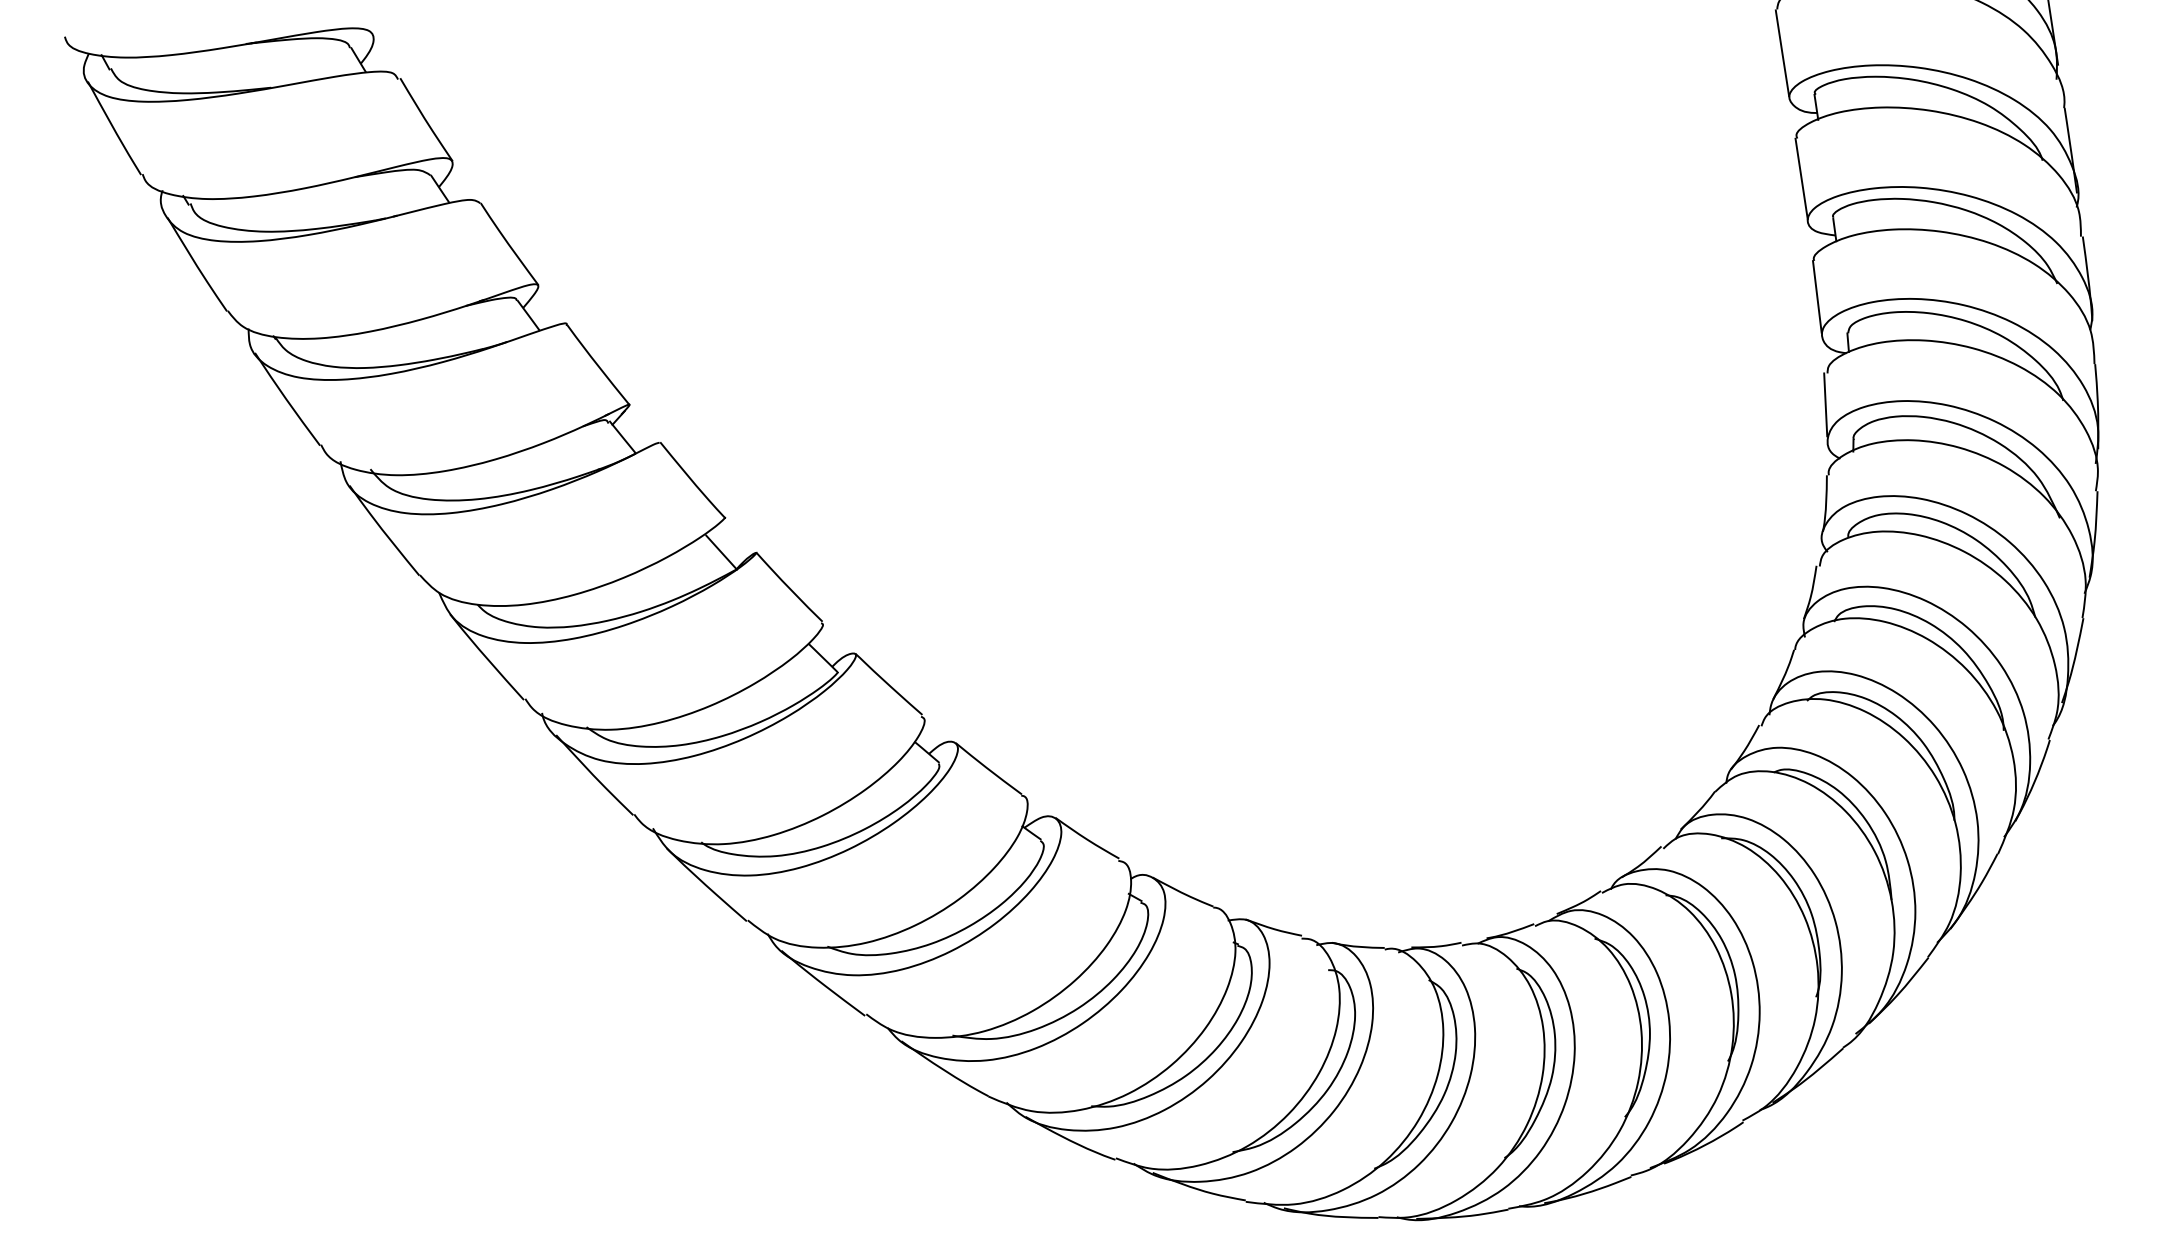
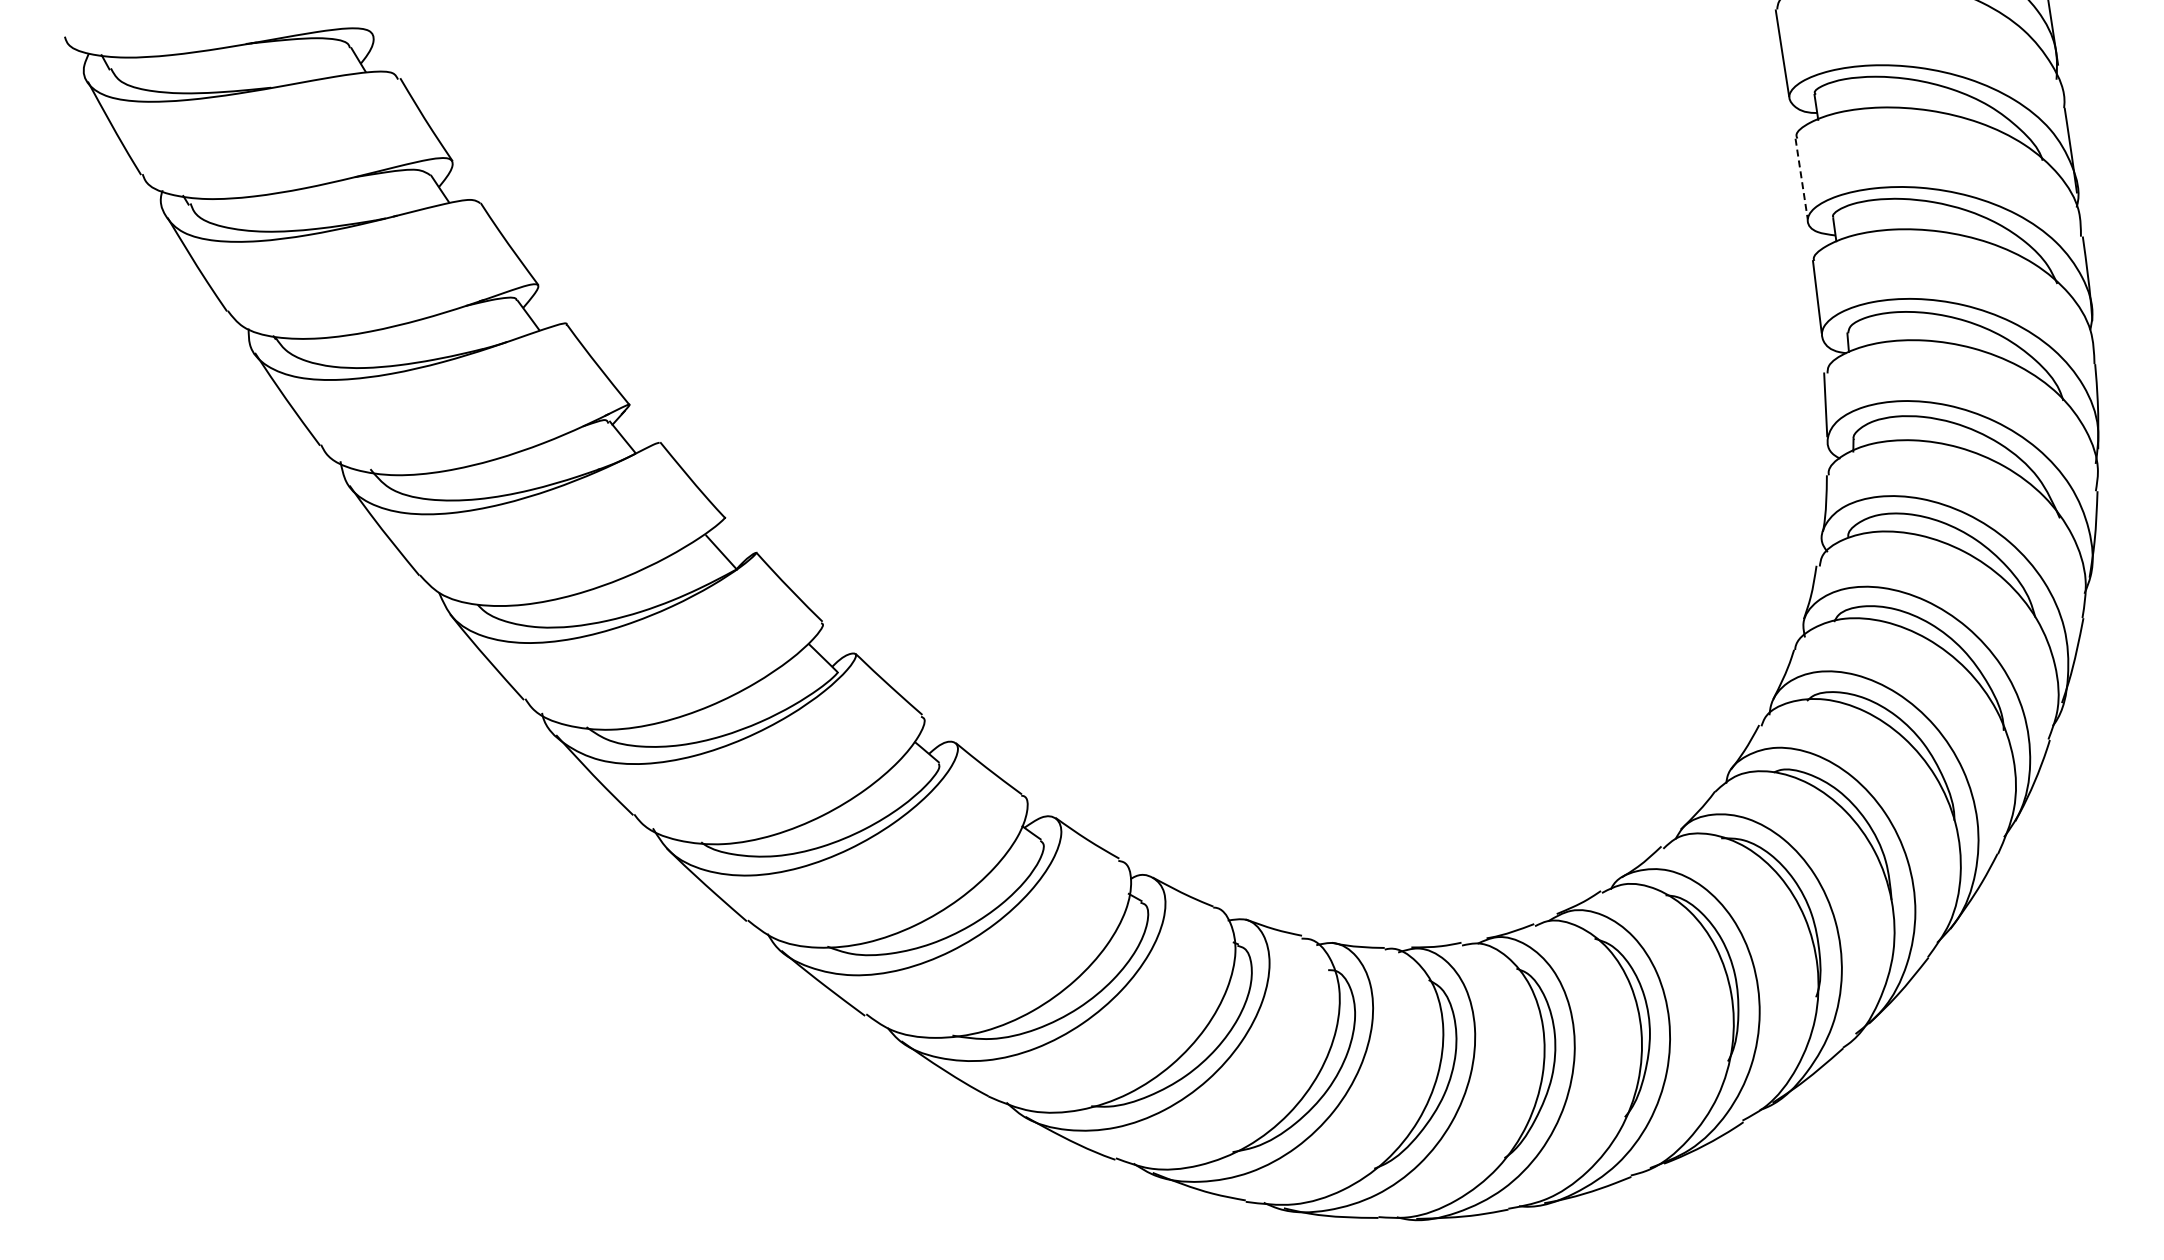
line at (1801, 178): solid -> dashed
